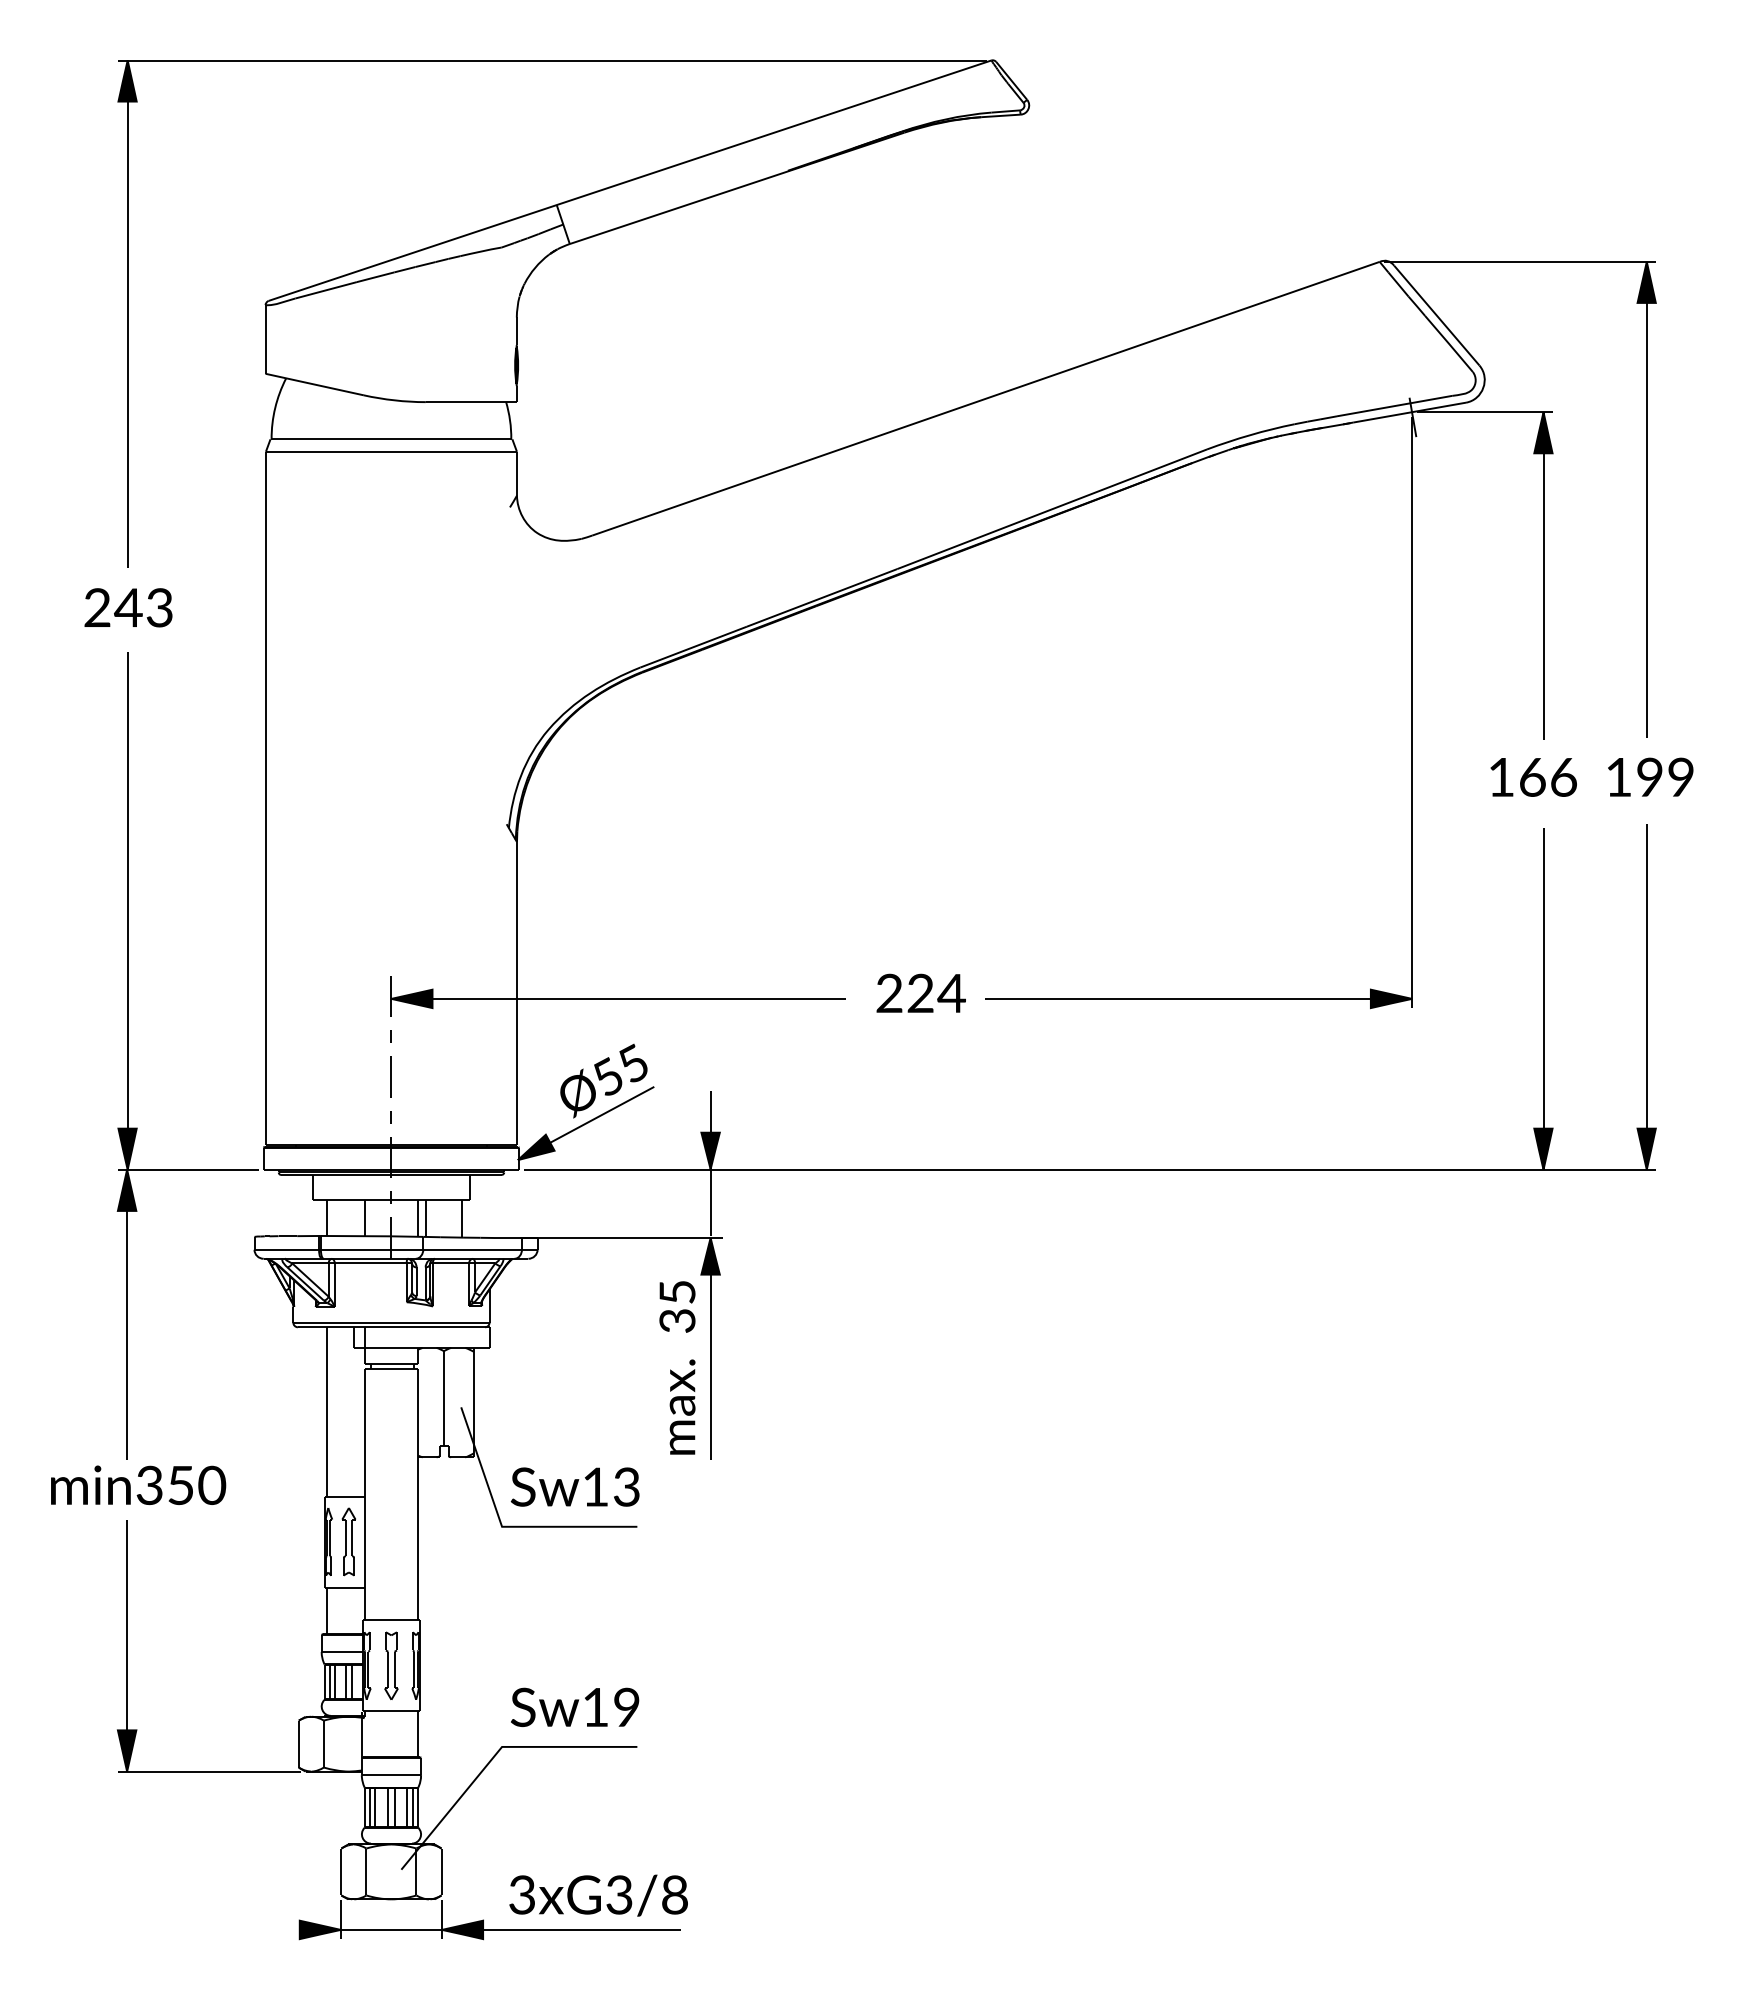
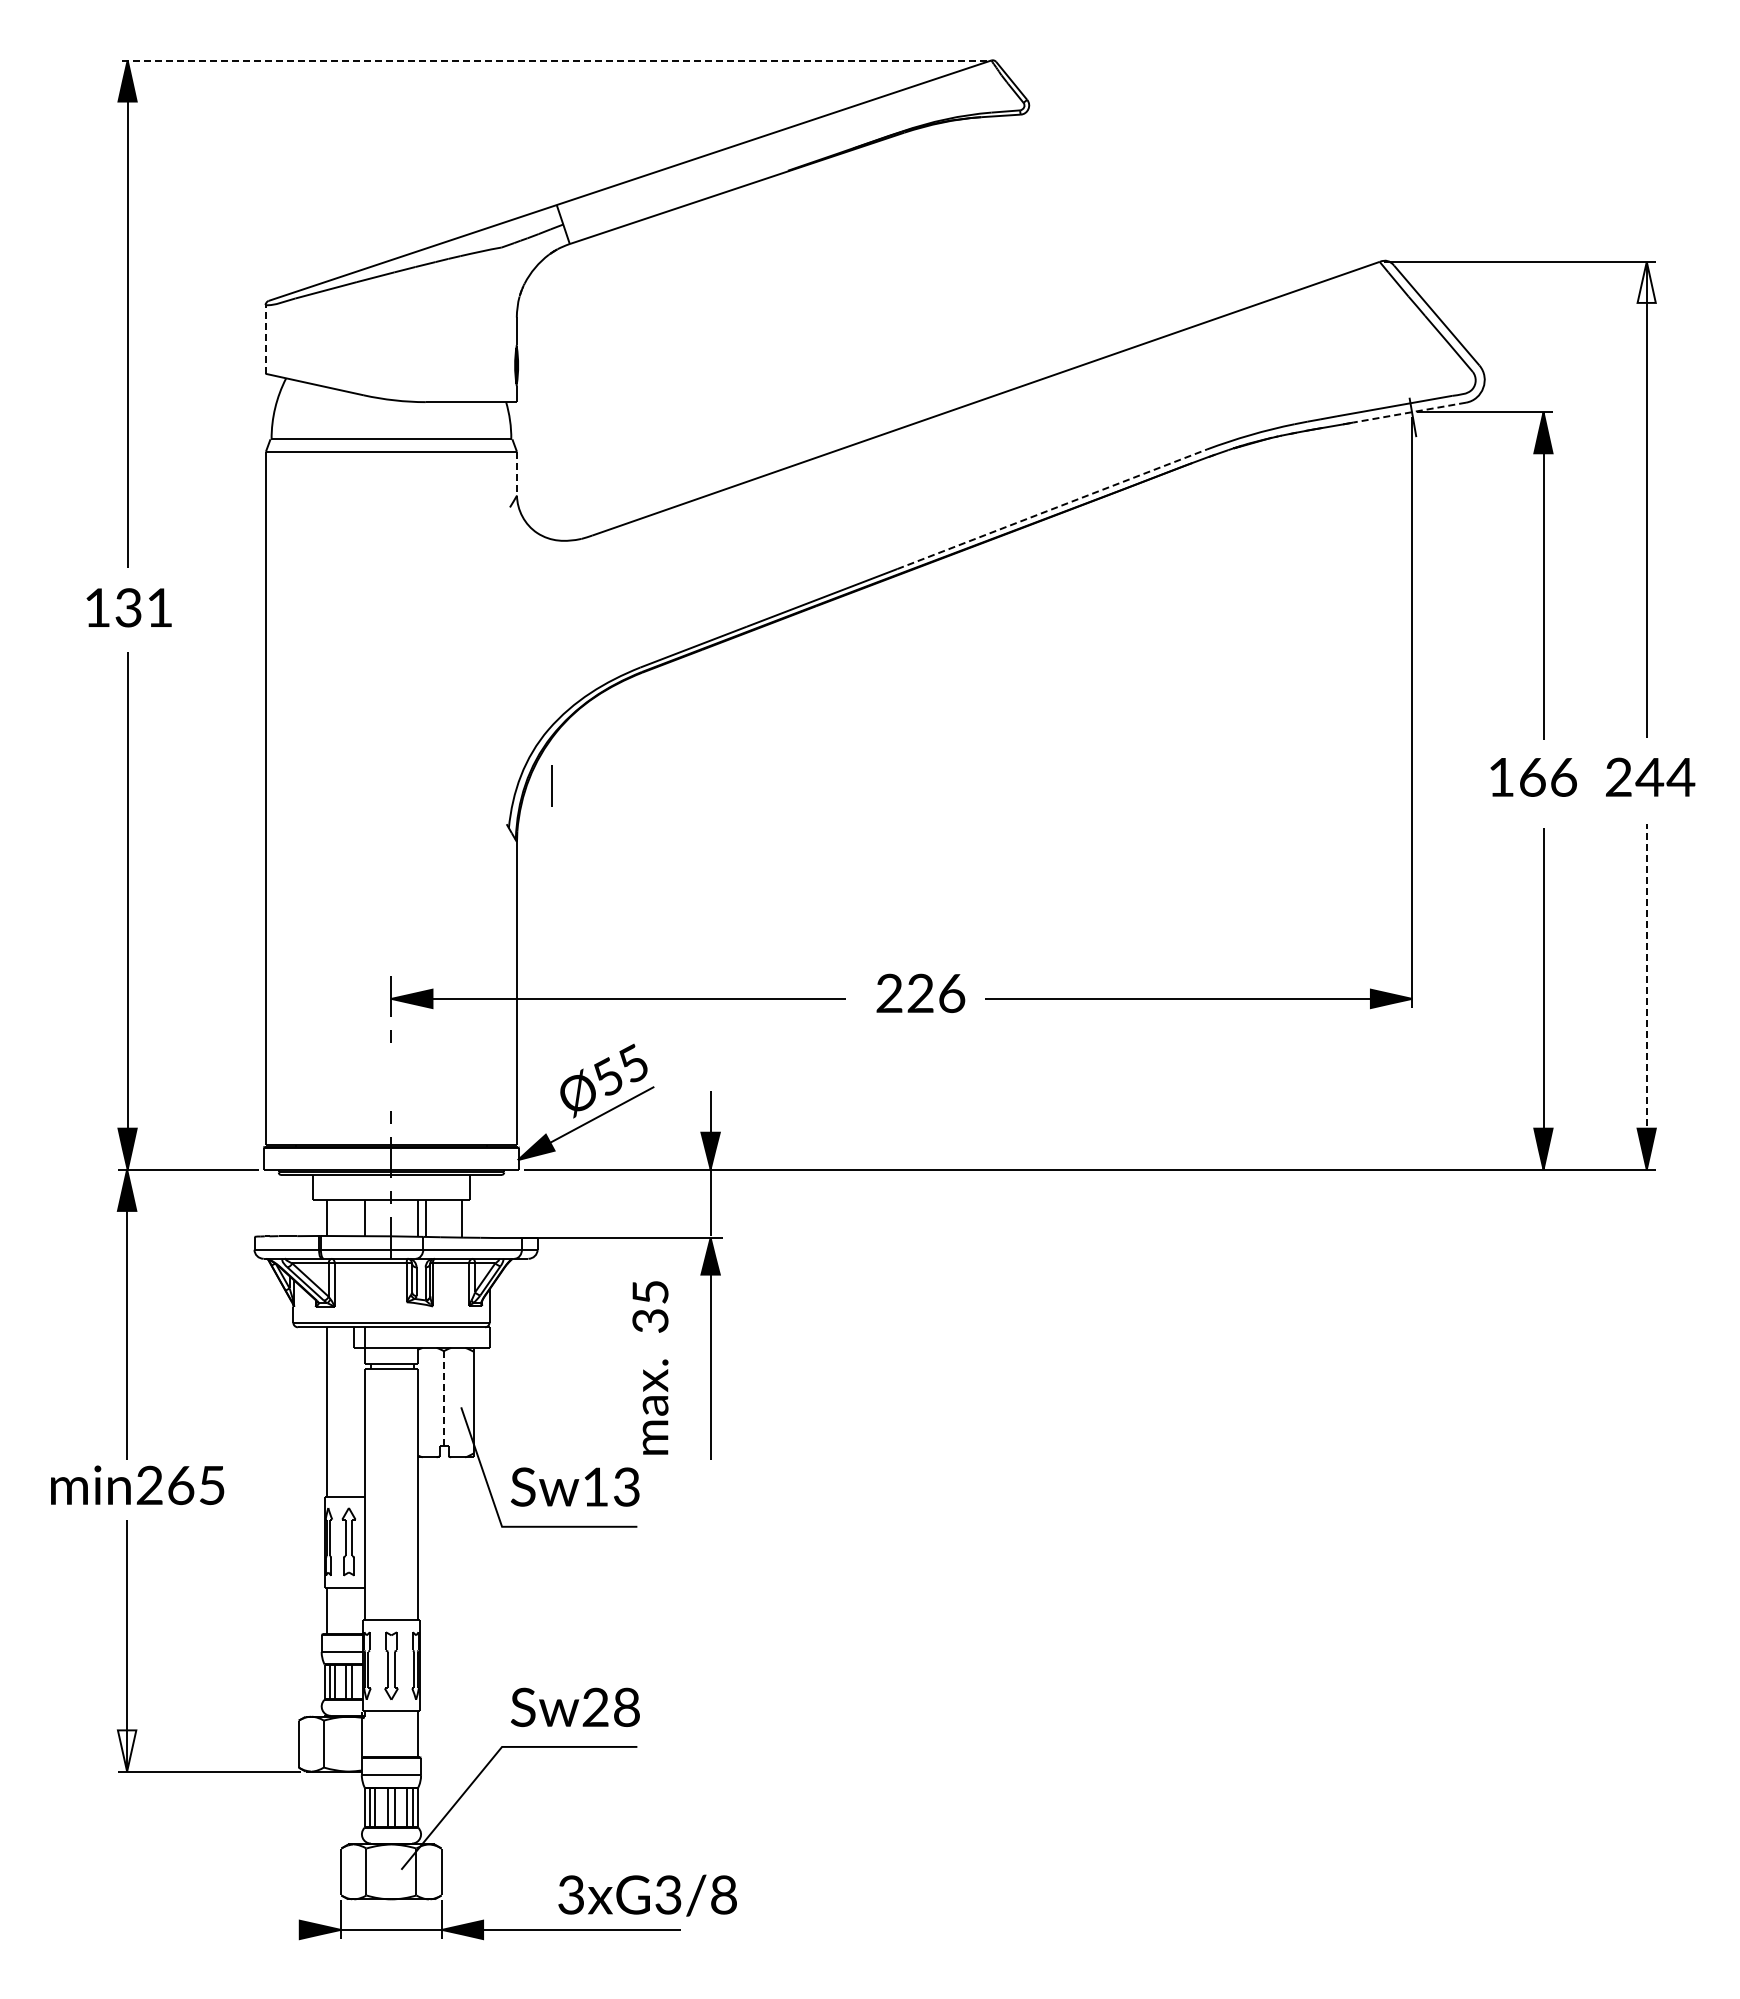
line at (552, 60): solid -> dashed
fill at (1646, 281): present -> none
line at (265, 338): solid -> dashed
line at (1409, 412): solid -> dashed
line at (516, 473): solid -> dashed
line at (1052, 509): solid -> dashed
text at (128, 607): 243 -> 131
text at (1650, 776): 199 -> 244
text at (951, 993): 224 -> 226
line at (1646, 996): solid -> dashed
line at (390, 1076) position: (390, 1076) -> (551, 785)
text at (677, 1367) position: (677, 1367) -> (650, 1367)
line at (443, 1398): solid -> dashed
text at (181, 1485): min350 -> min265
text at (610, 1706): Sw19 -> Sw28
fill at (126, 1750): present -> none
text at (598, 1895) position: (598, 1895) -> (647, 1895)
